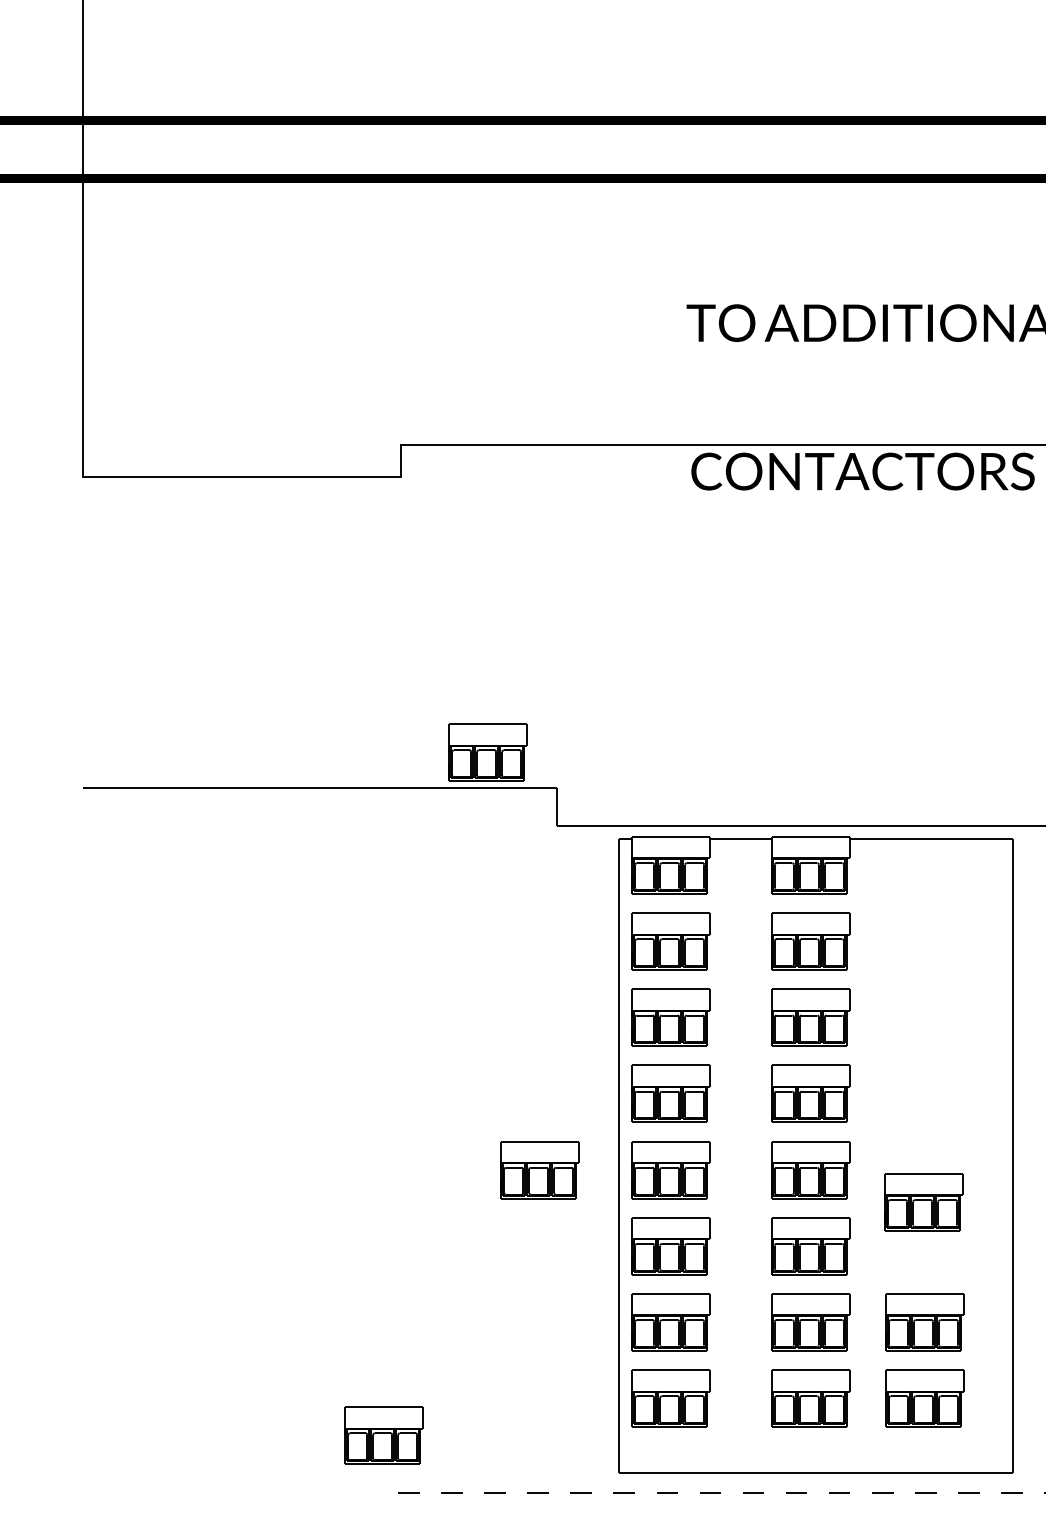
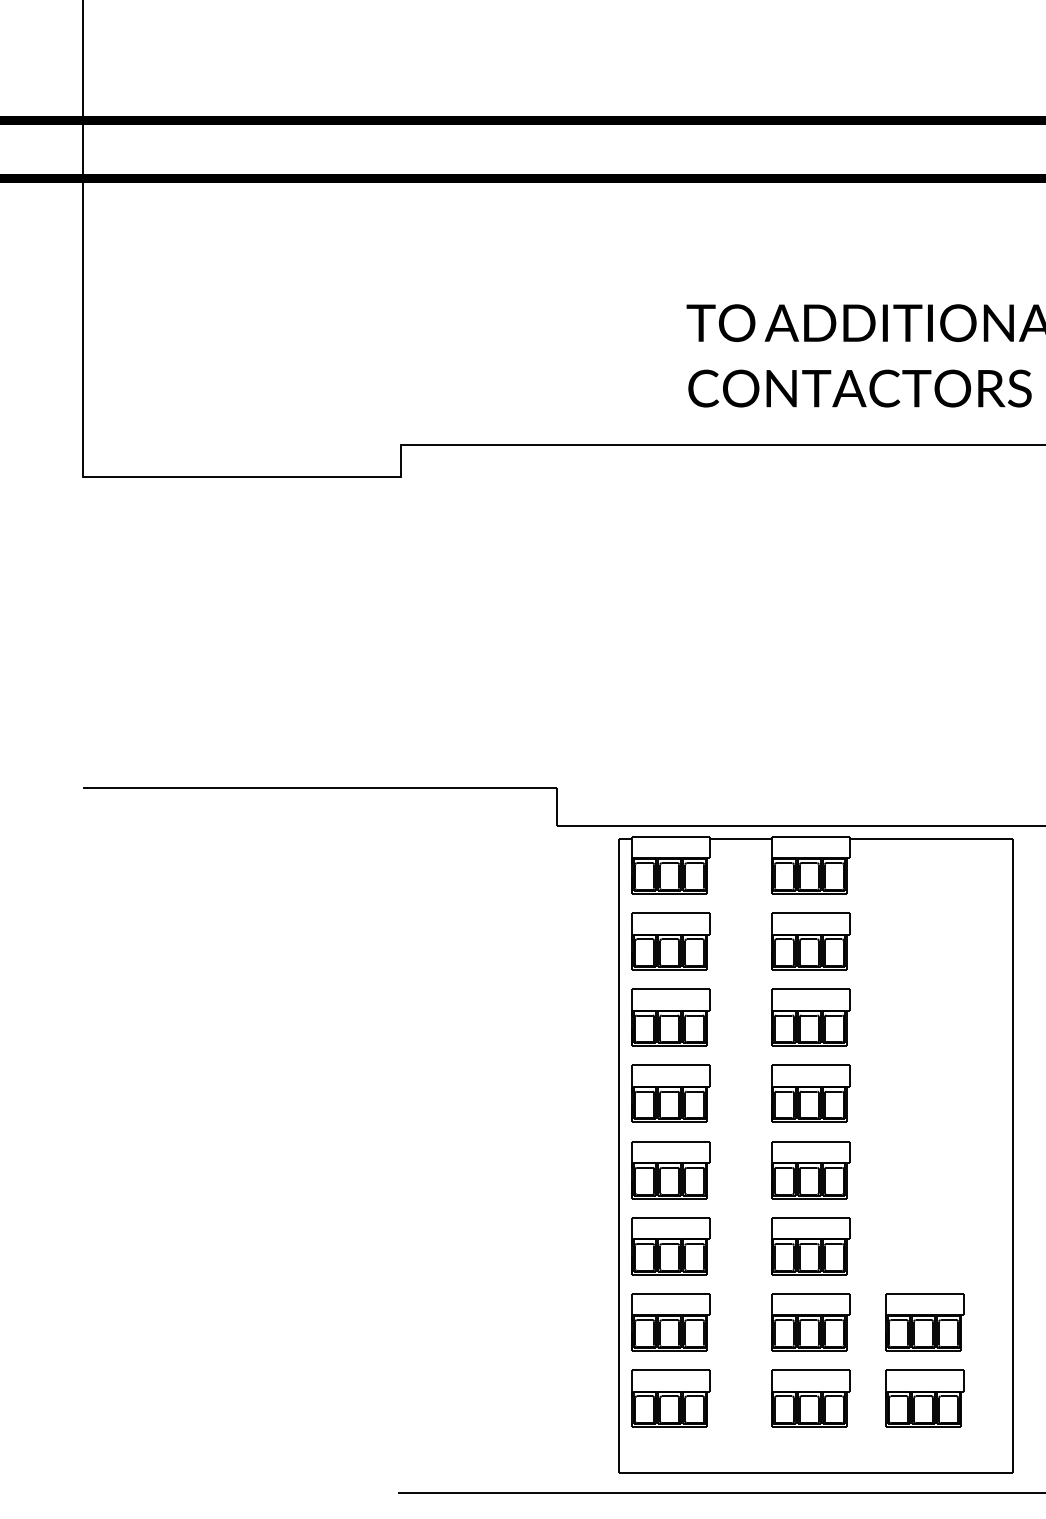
text at (862, 471) position: (862, 471) -> (859, 388)
part at (487, 752): present -> none
part at (539, 1170): present -> none
part at (923, 1202): present -> none
part at (383, 1435): present -> none
line at (721, 1492): dashed -> solid
